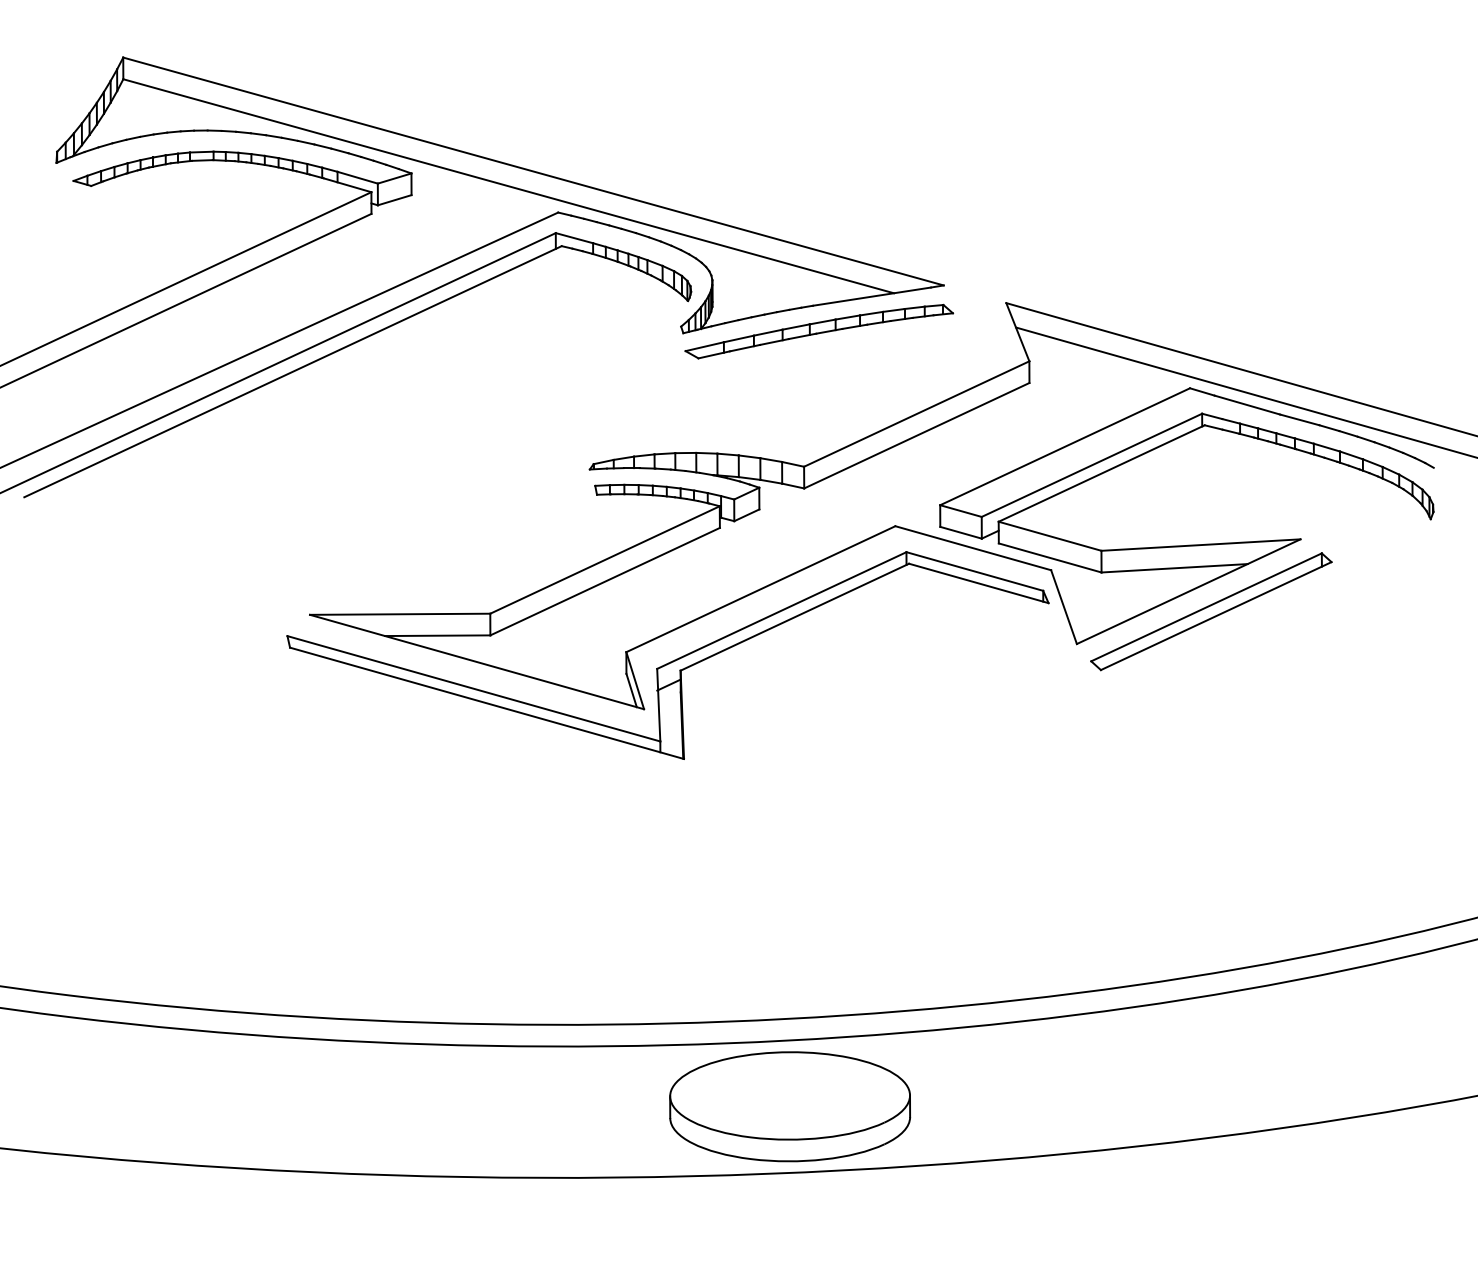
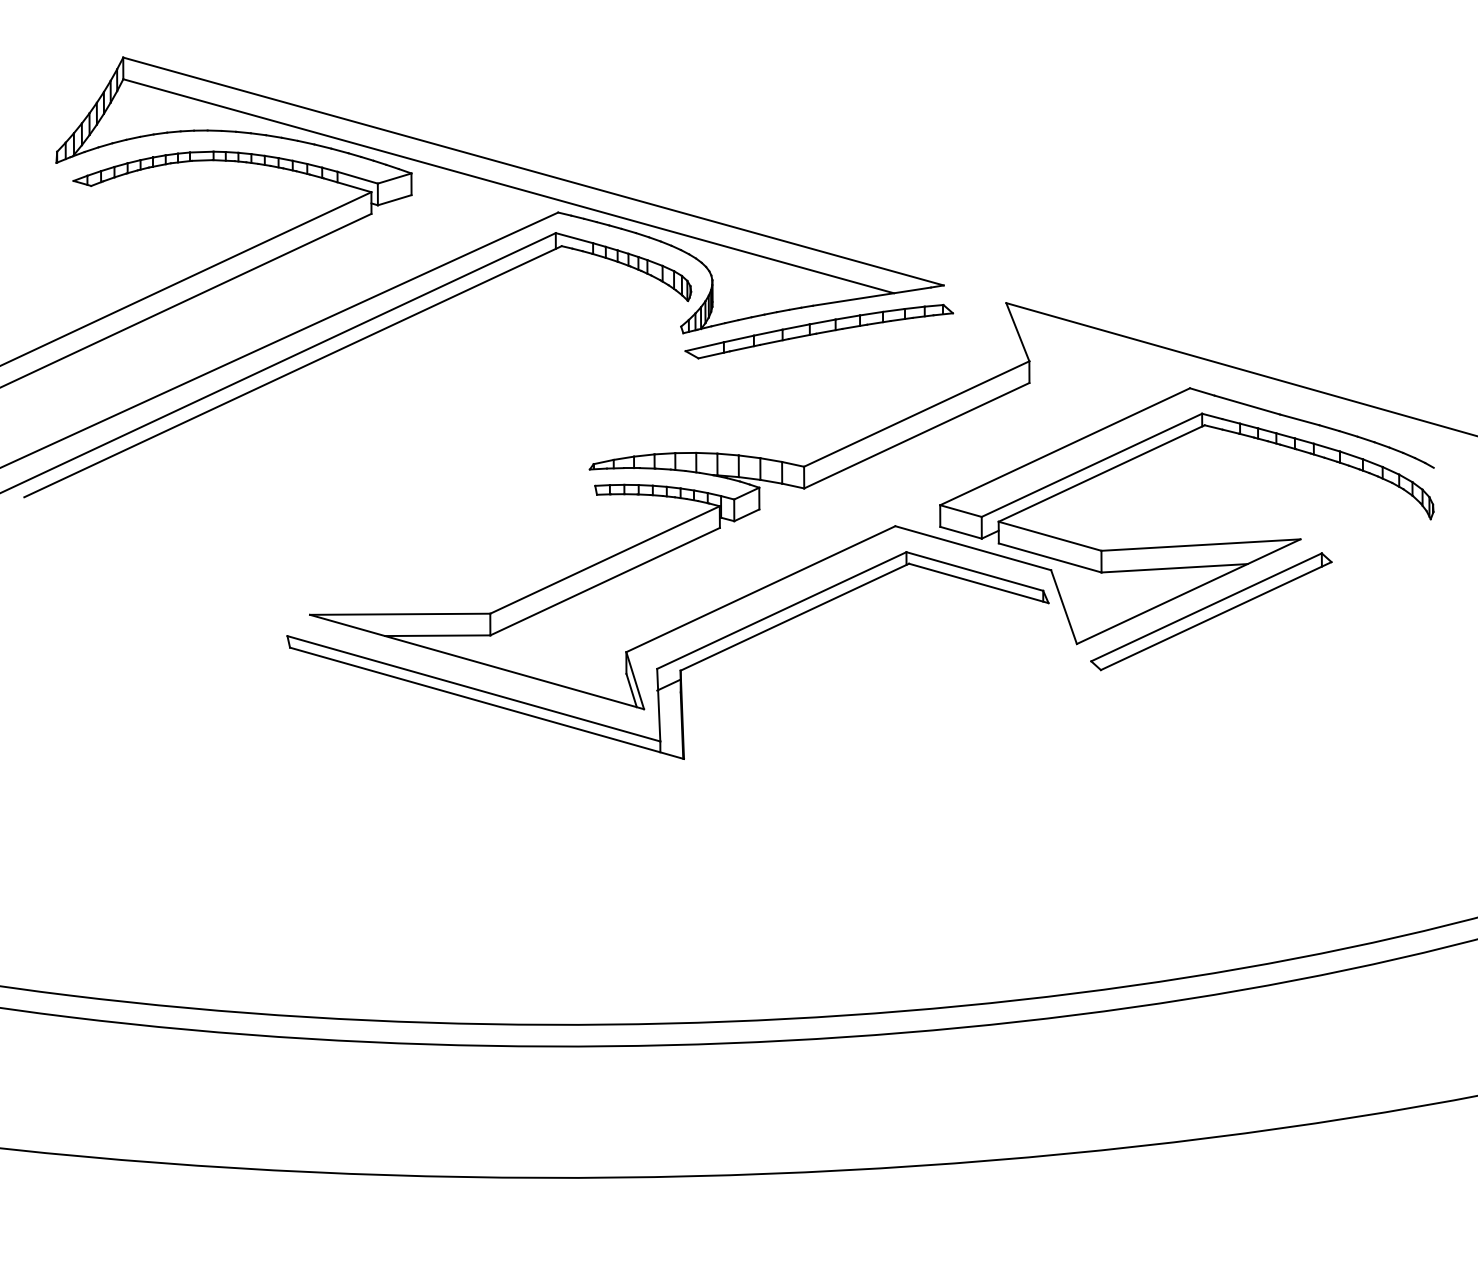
line at (1245, 392): present -> none
part at (790, 1106): present -> none
